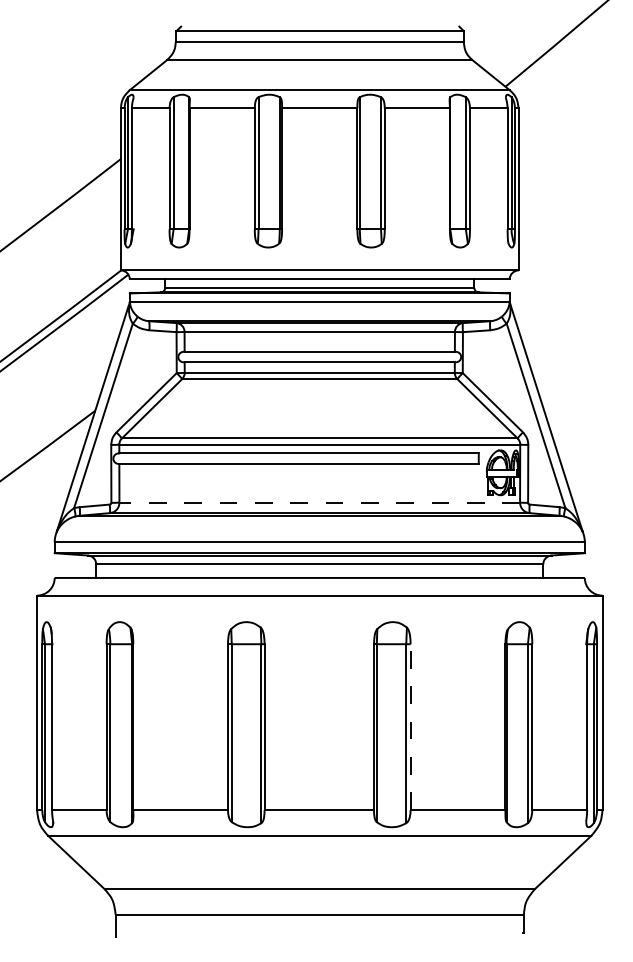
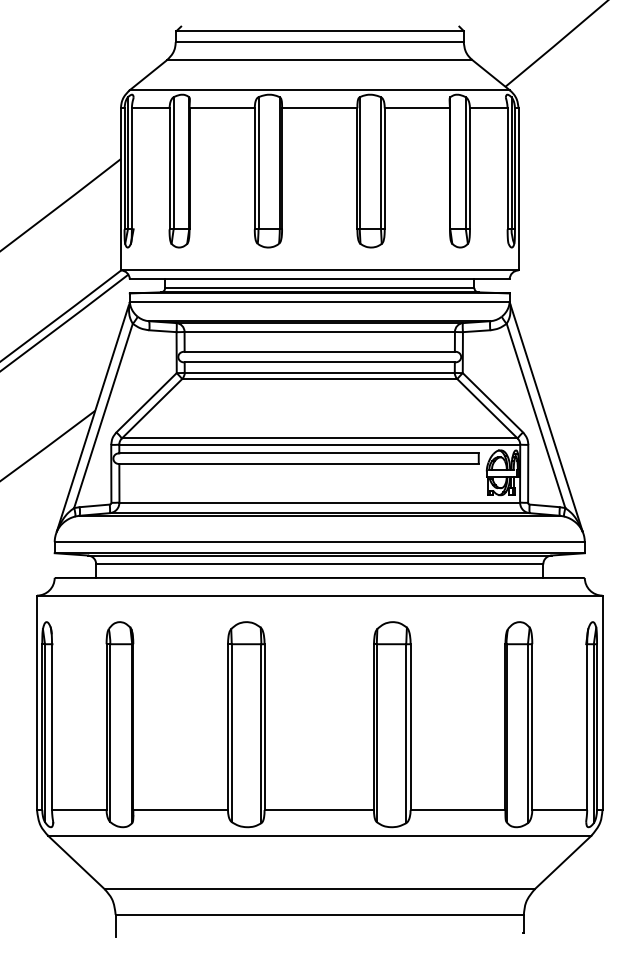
line at (319, 502): dashed -> solid
line at (410, 727): dashed -> solid
